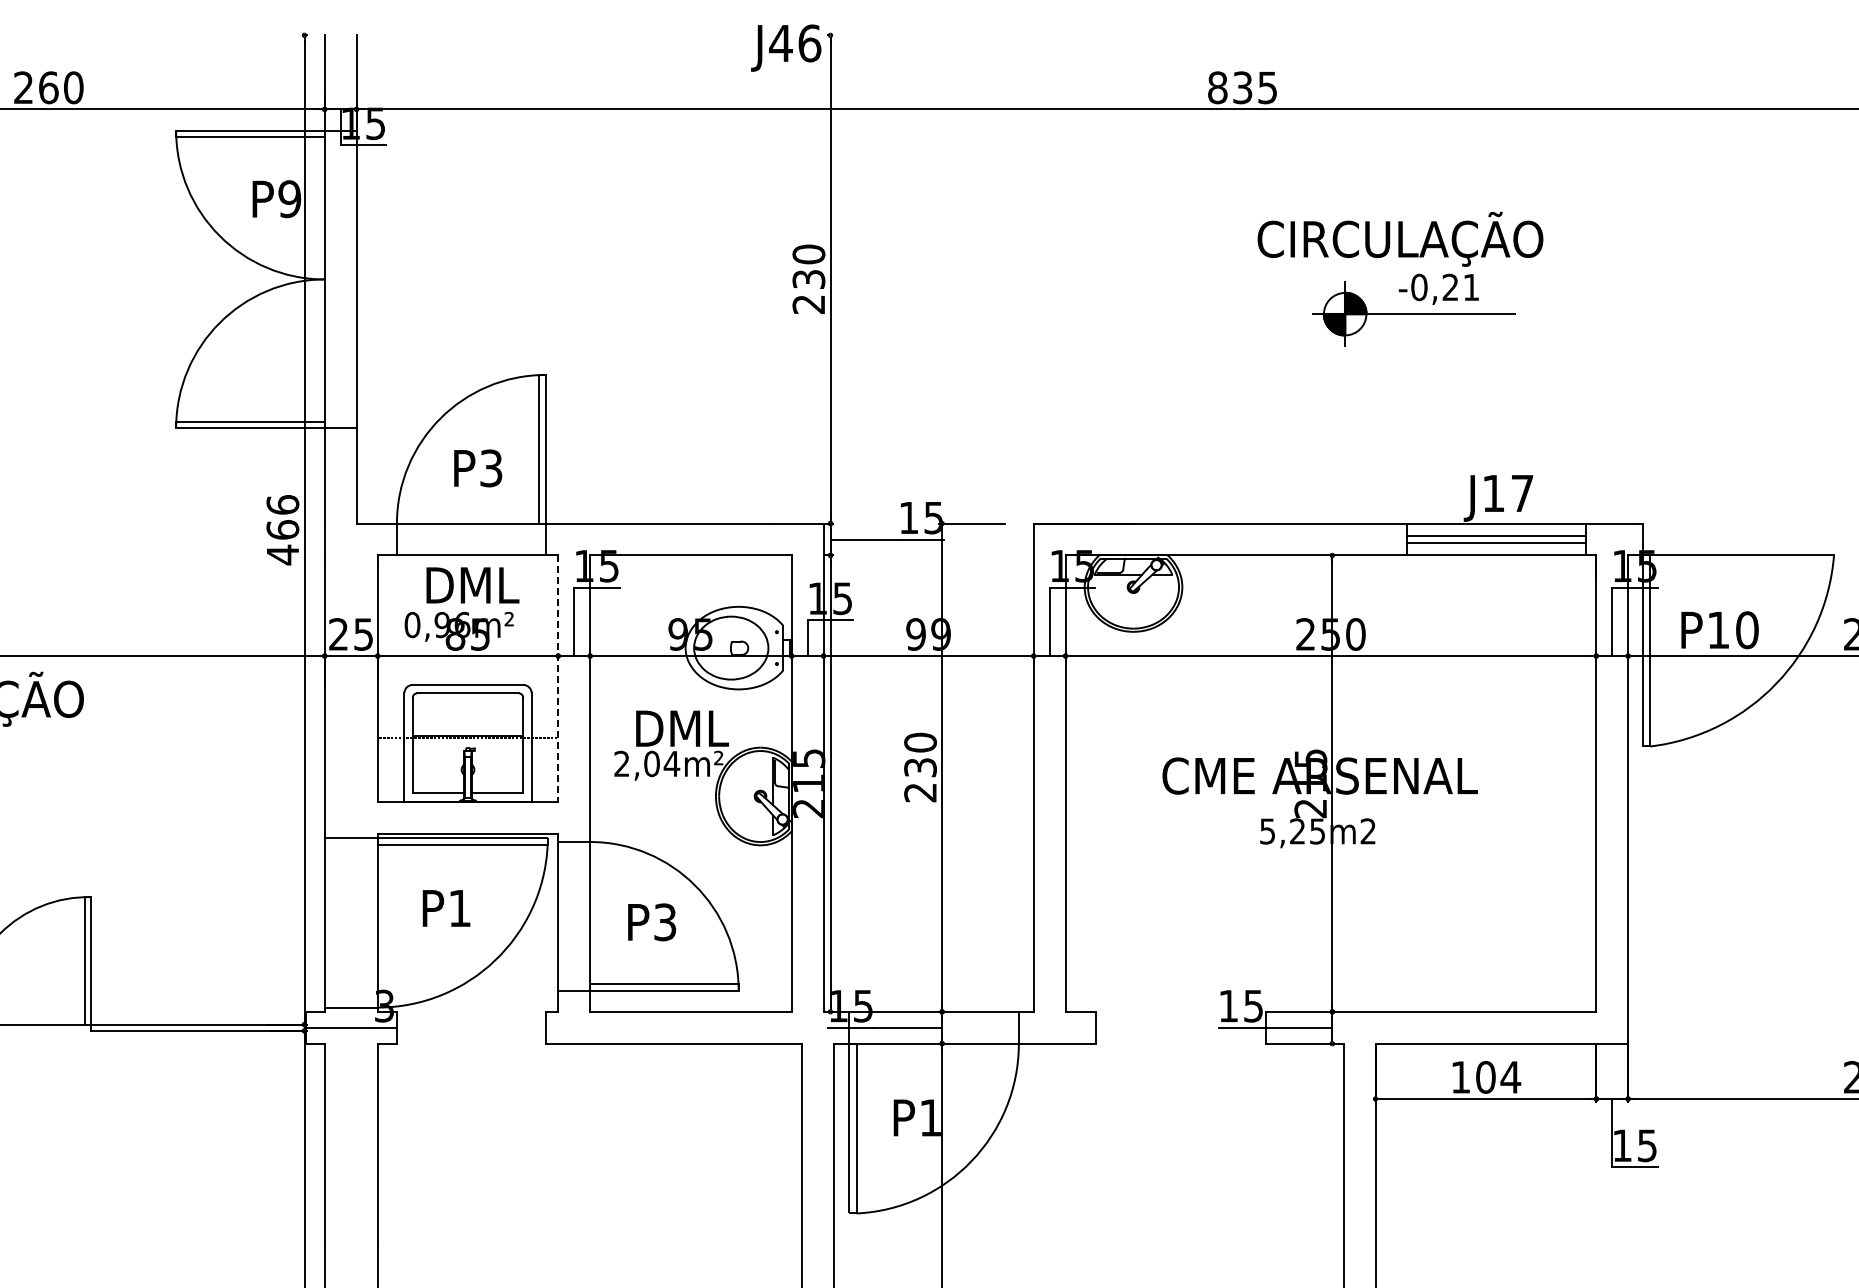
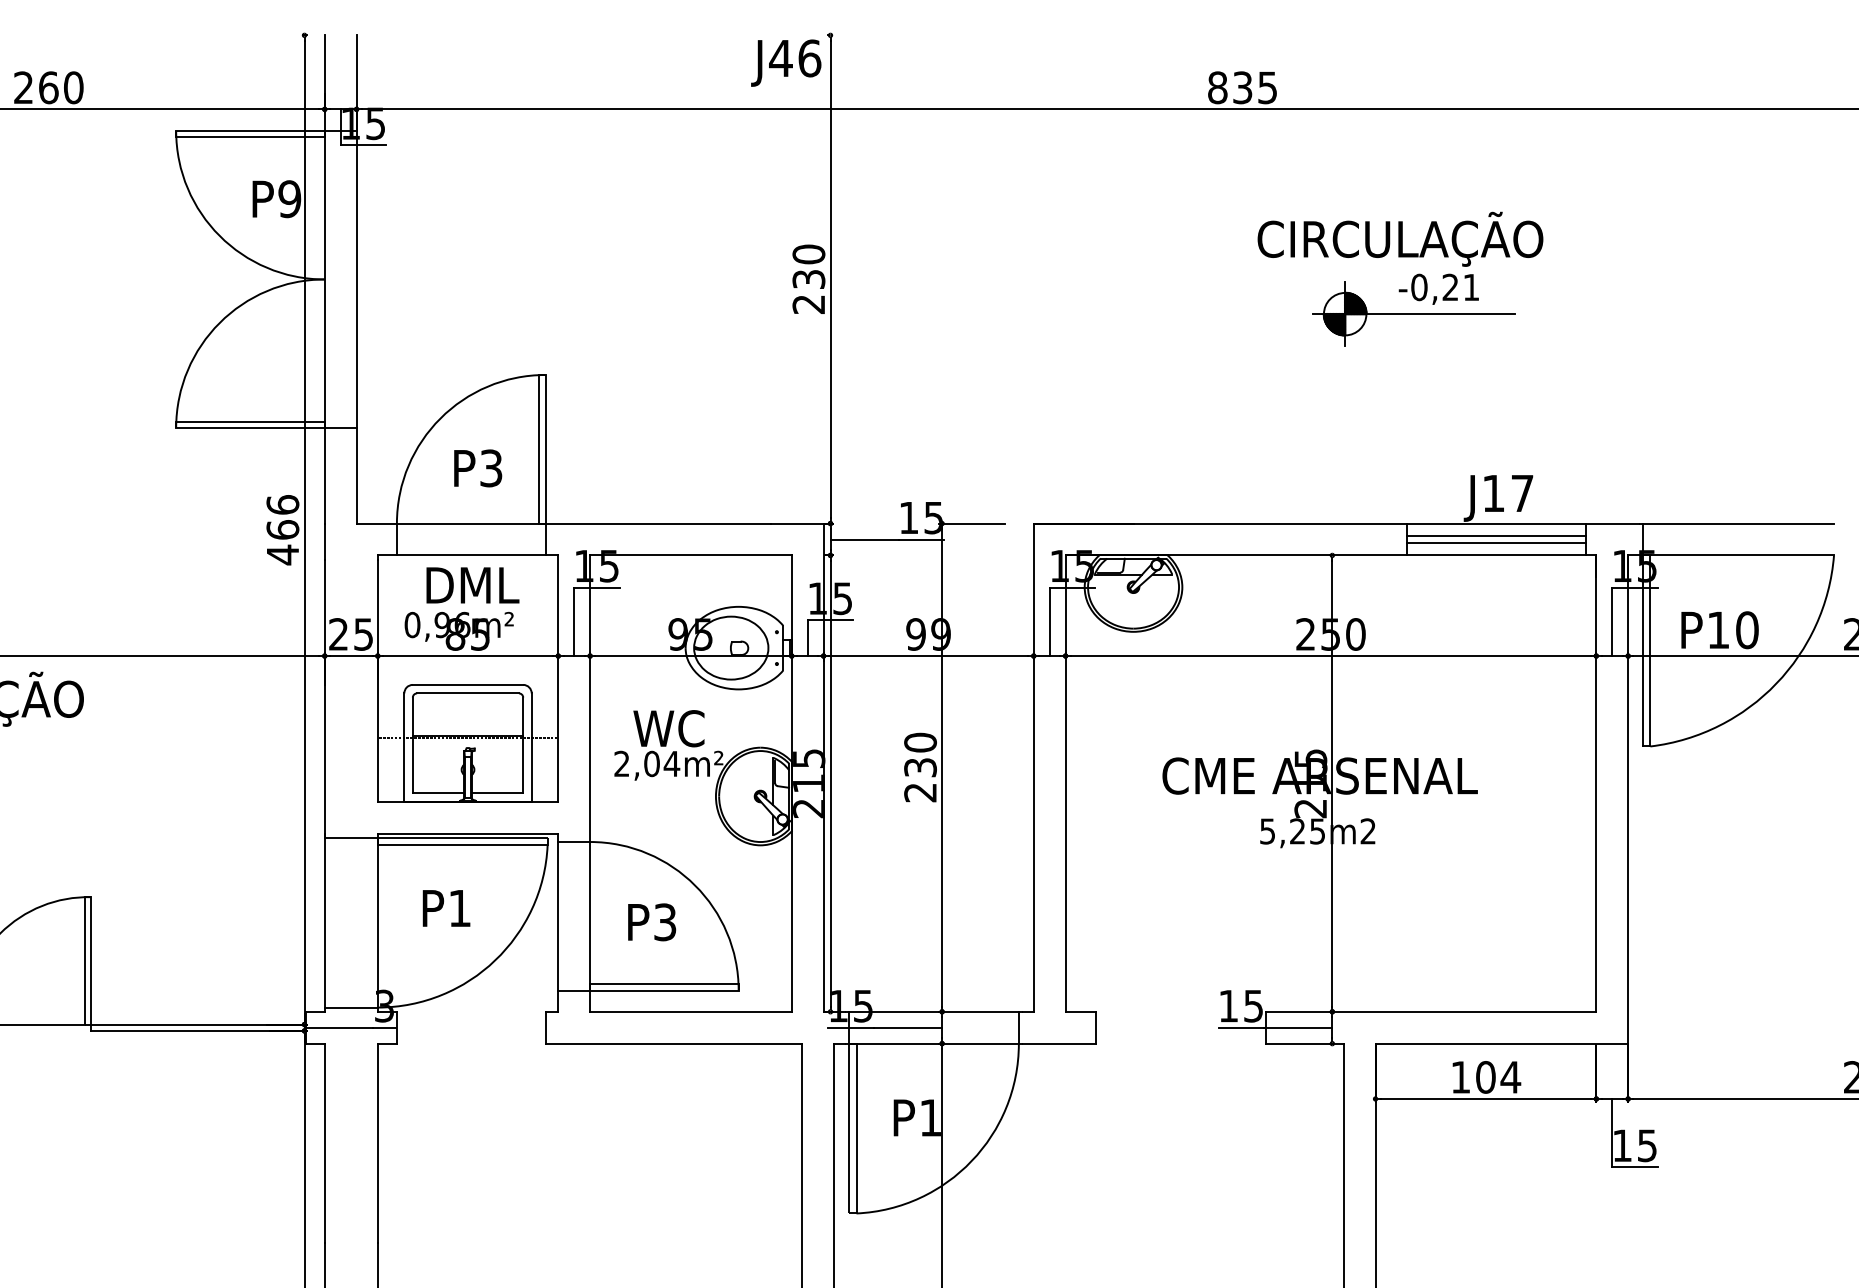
text at (786, 47) position: (786, 47) -> (786, 62)
line at (1738, 523): none -> present
line at (558, 679): dashed -> solid
text at (681, 728): DML -> WC
